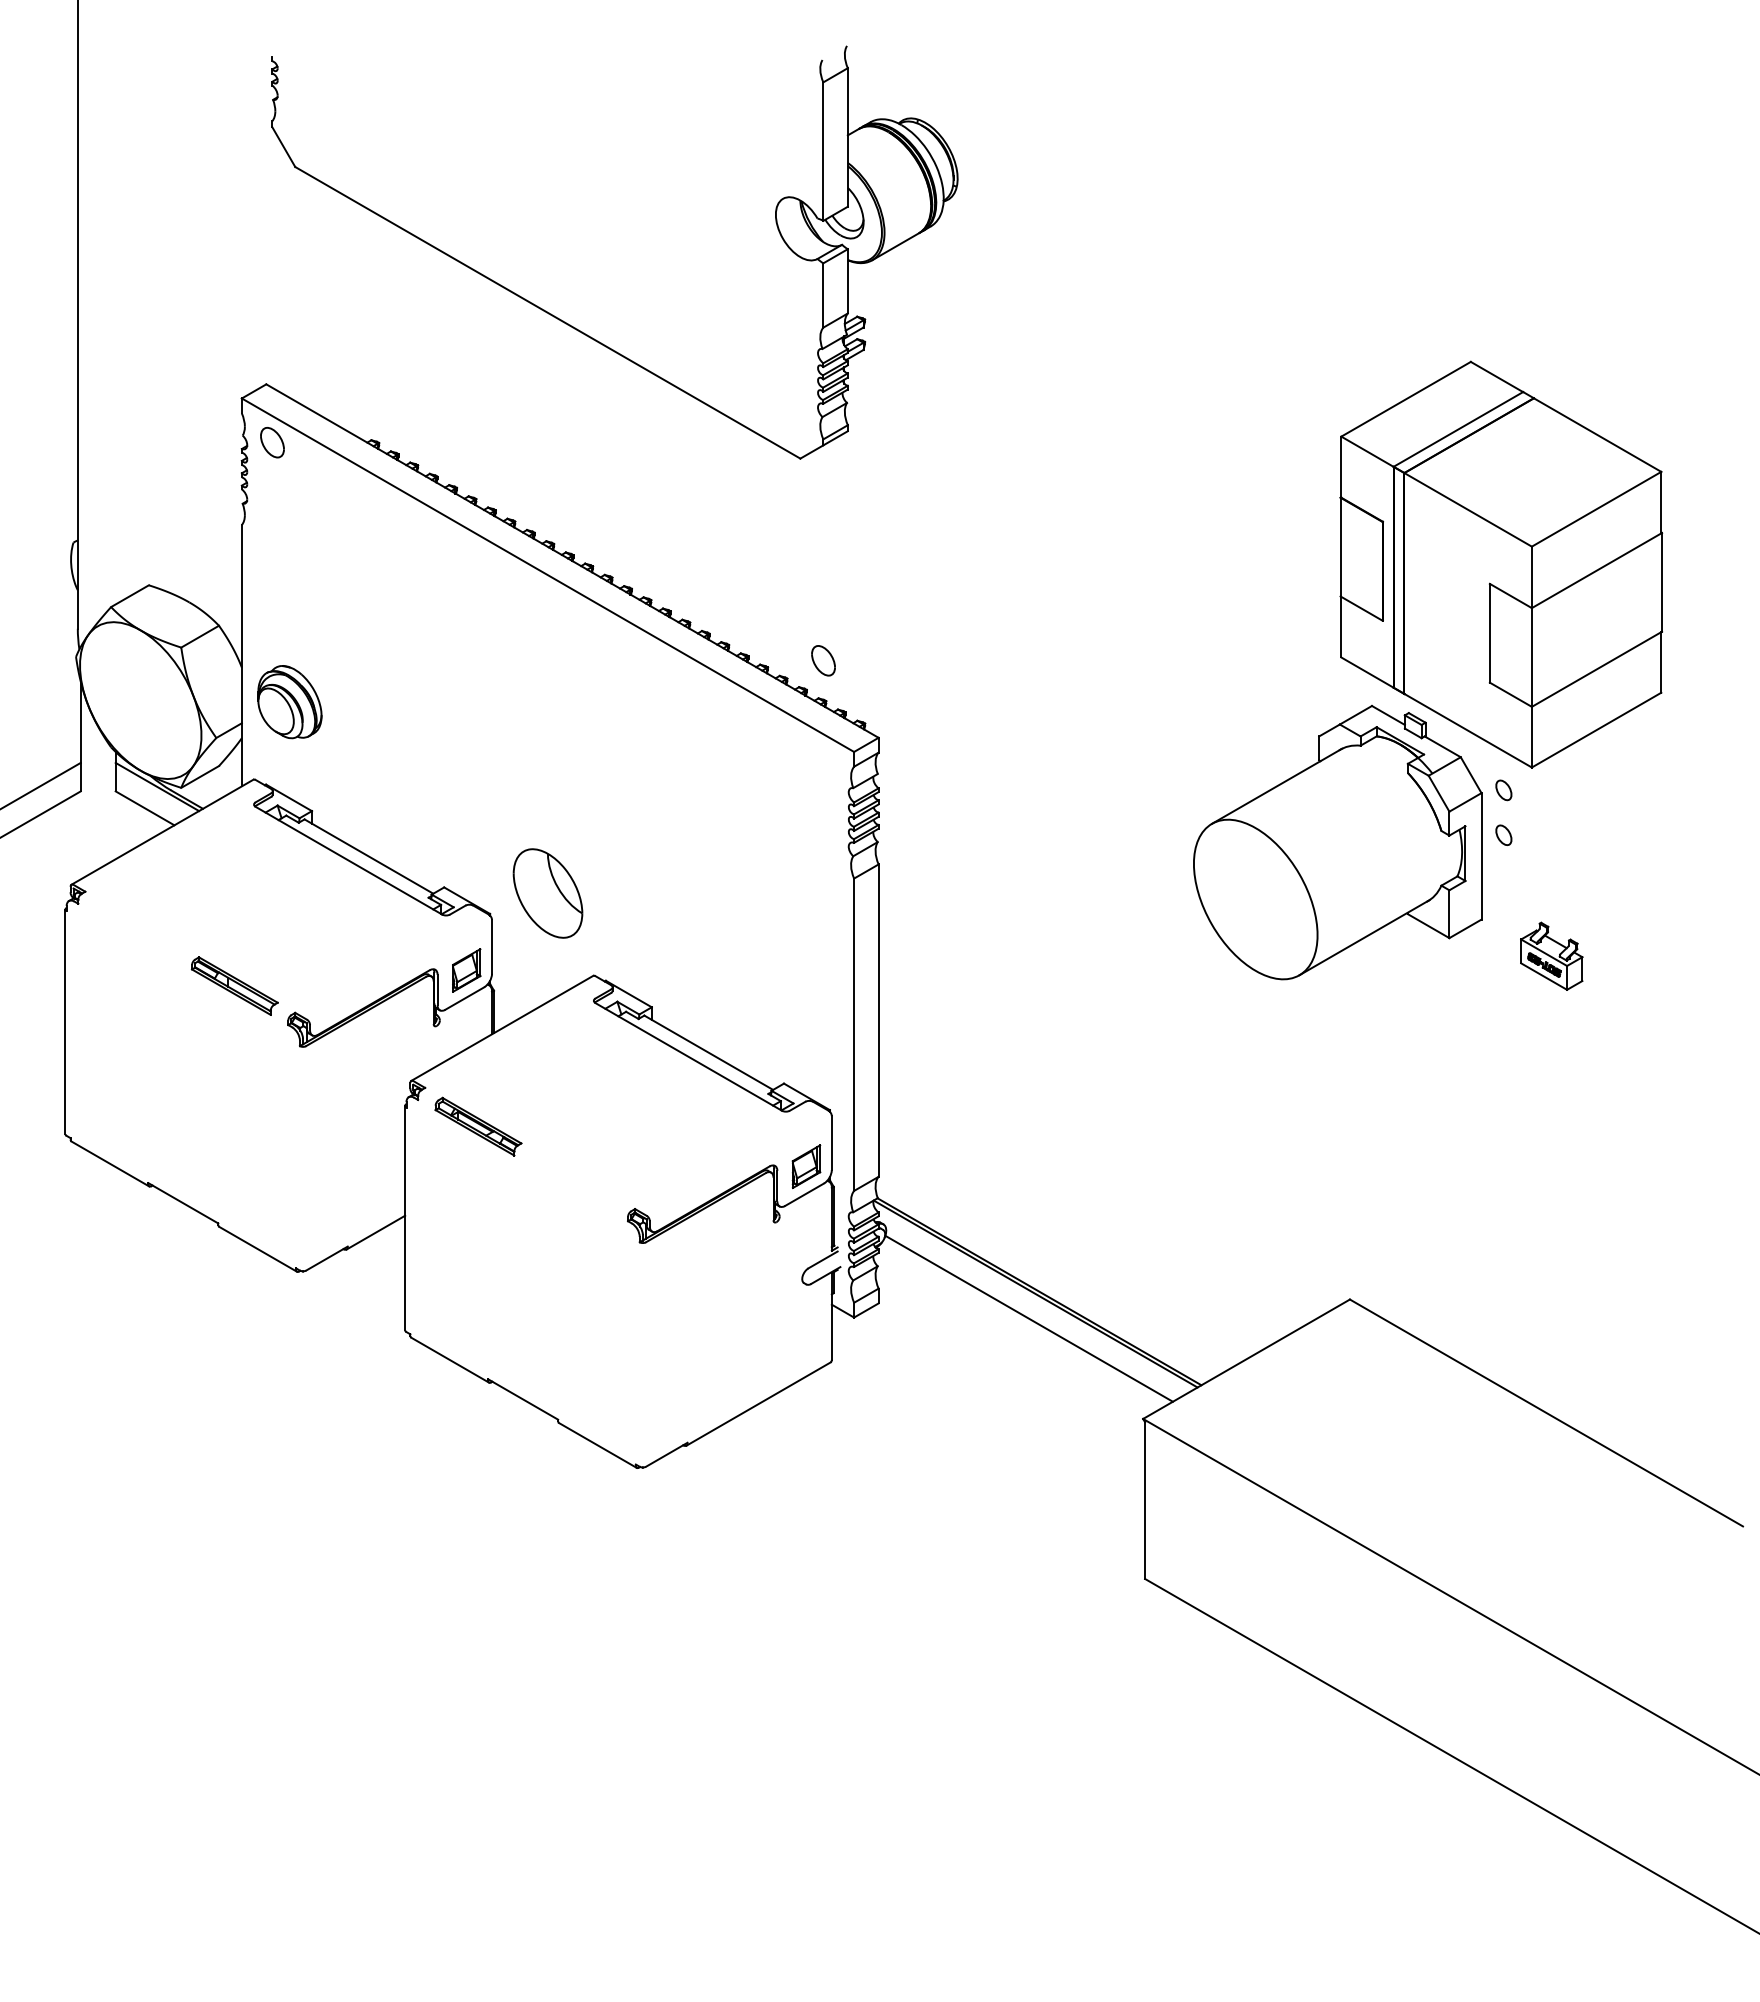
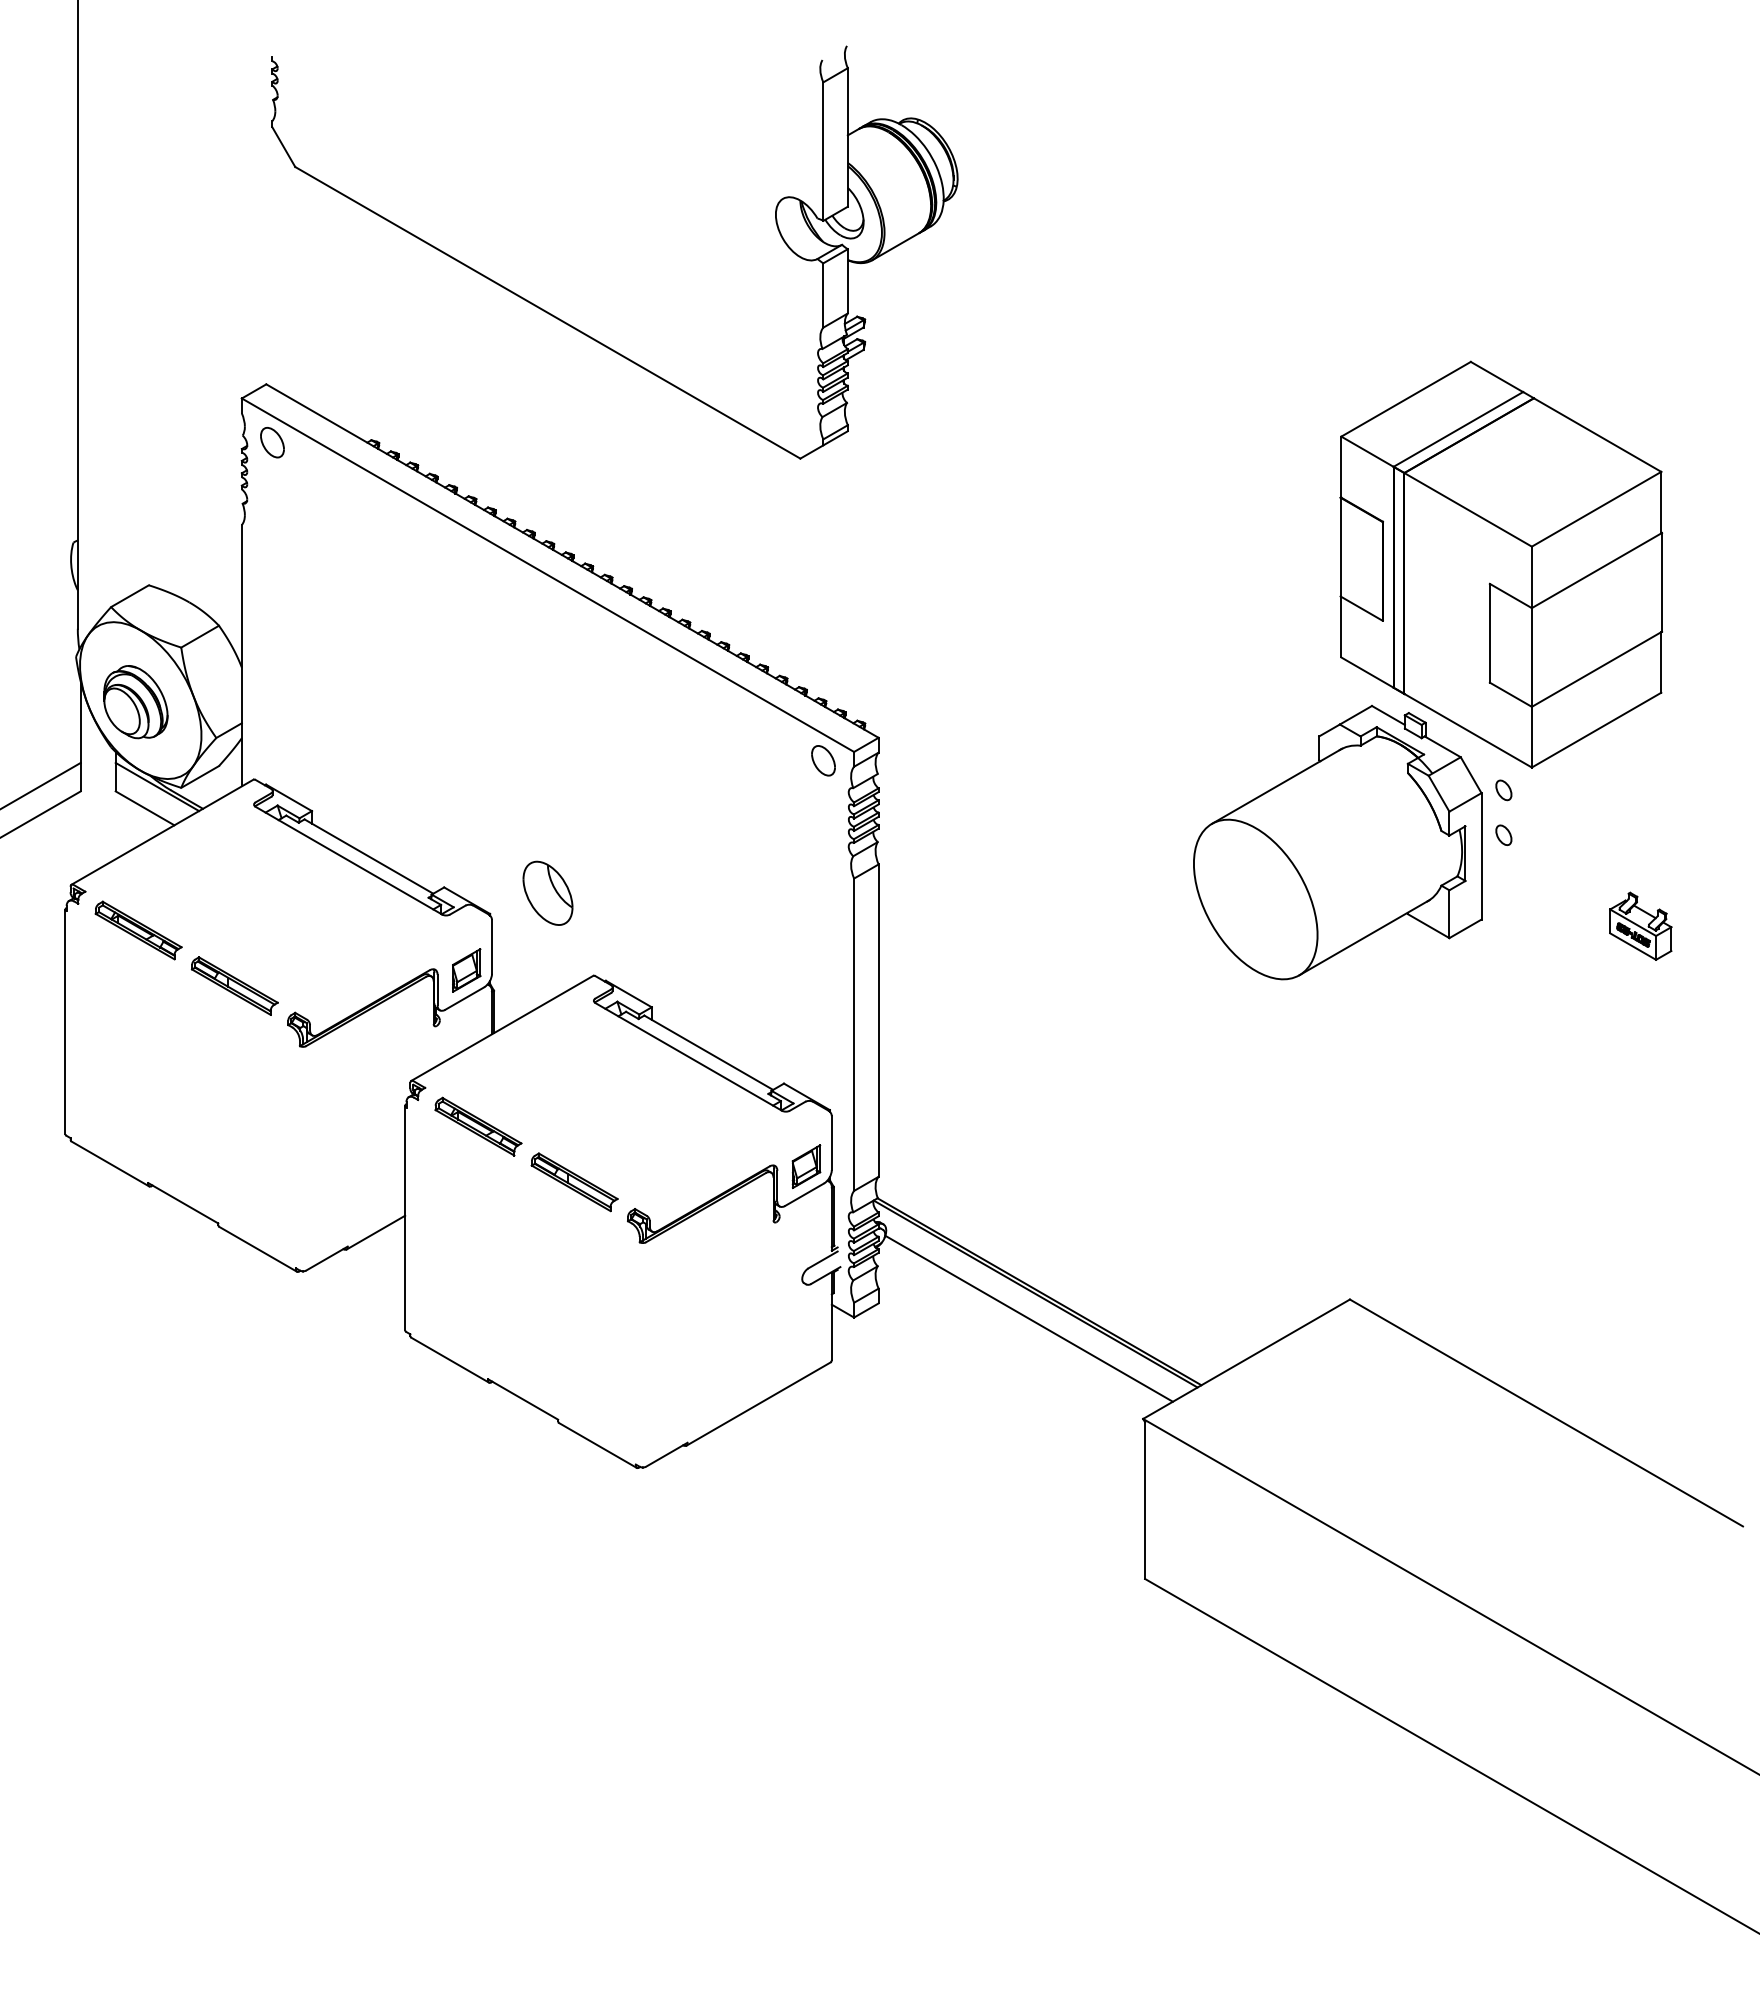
part at (823, 660) position: (823, 660) -> (823, 760)
part at (289, 702) position: (289, 702) -> (135, 702)
part at (547, 893) size: 72x91 px -> 52x66 px
part at (138, 930): none -> present
part at (1551, 955) position: (1551, 955) -> (1640, 925)
part at (574, 1182): none -> present
